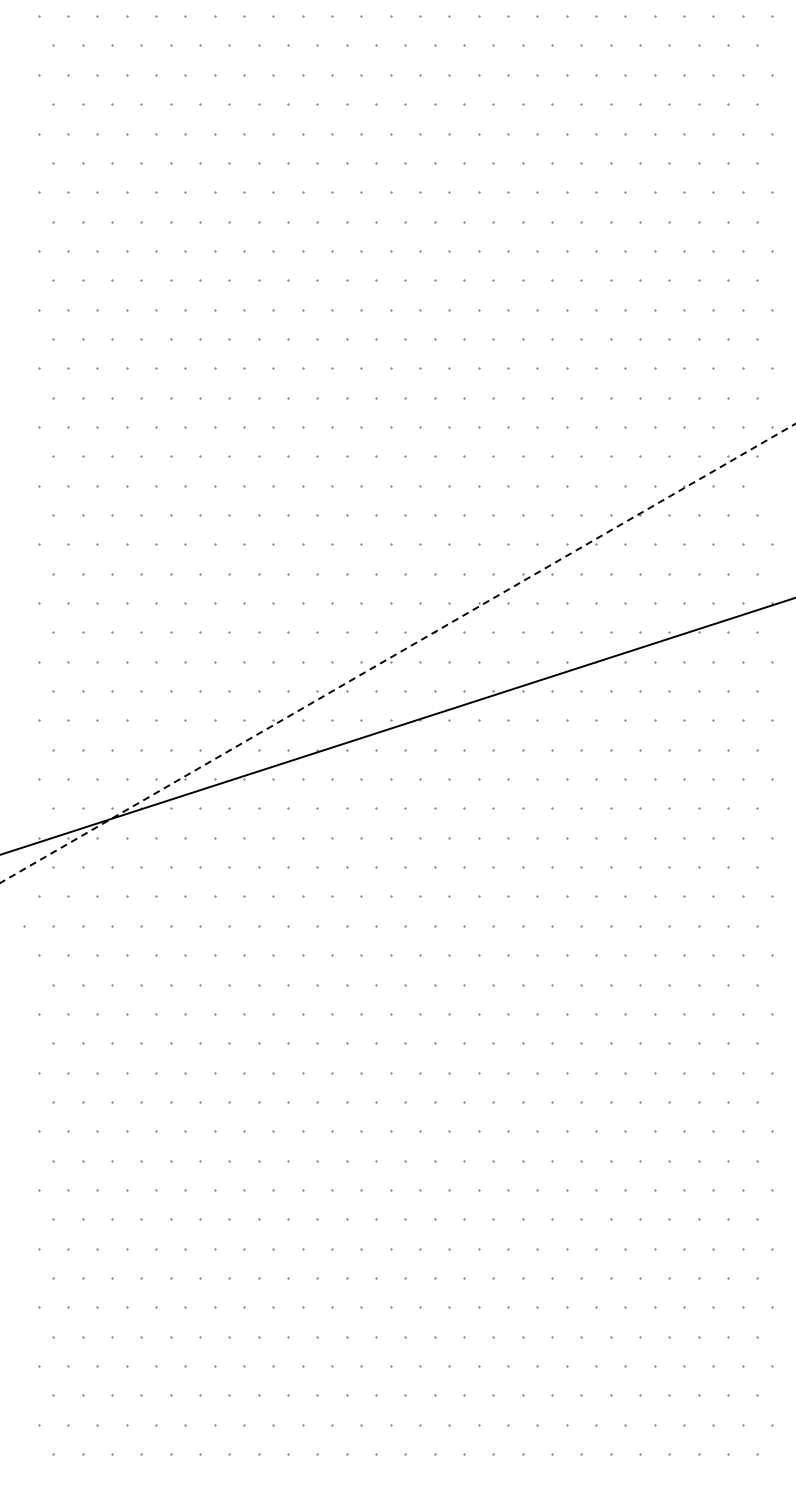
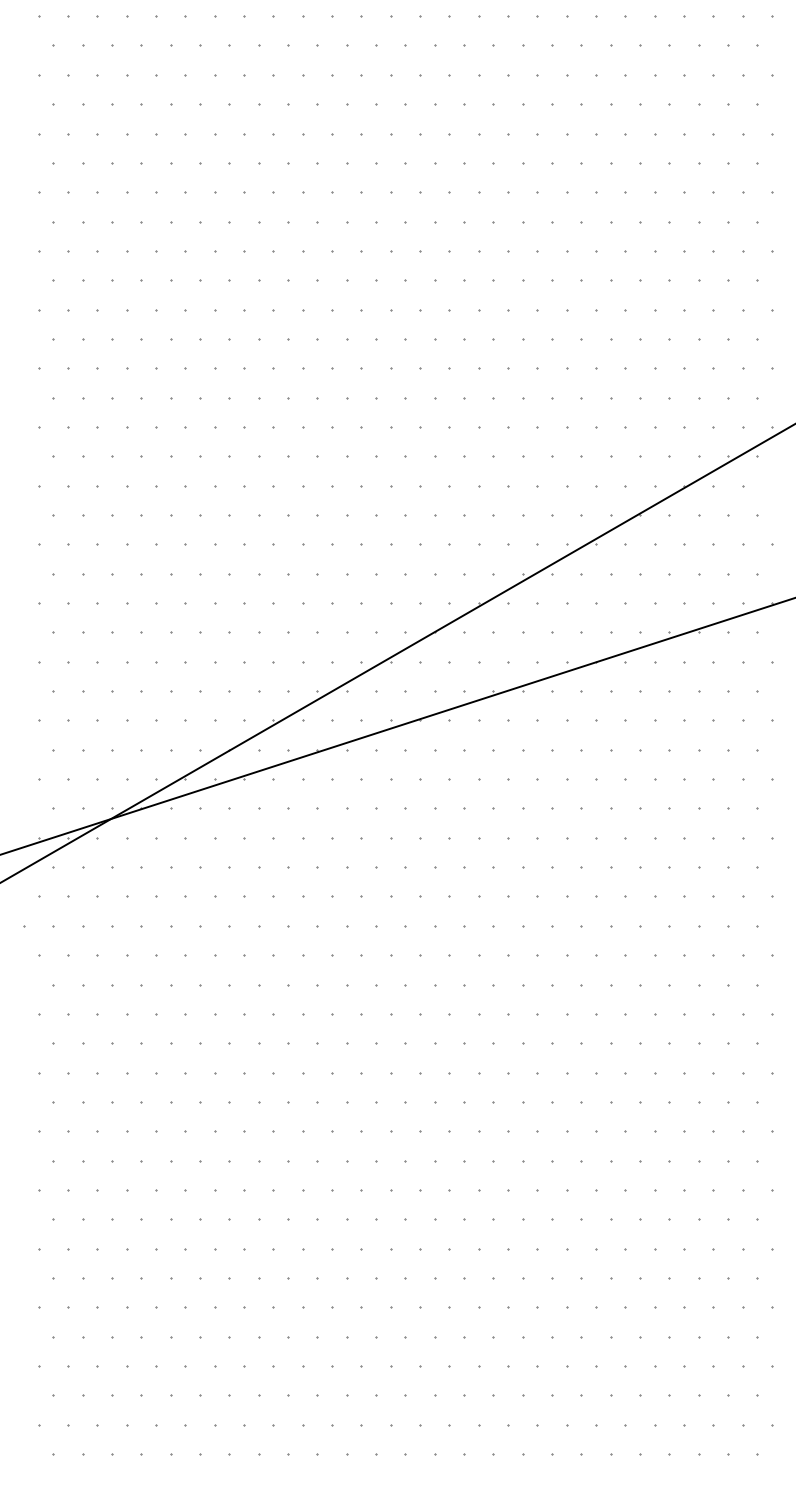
line at (397, 653): dashed -> solid
